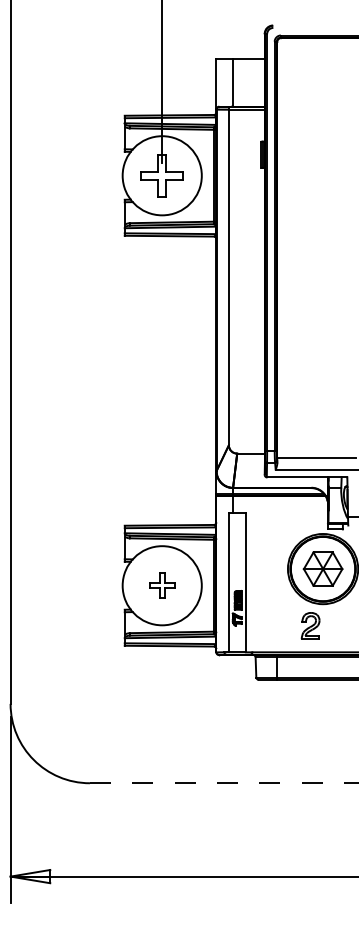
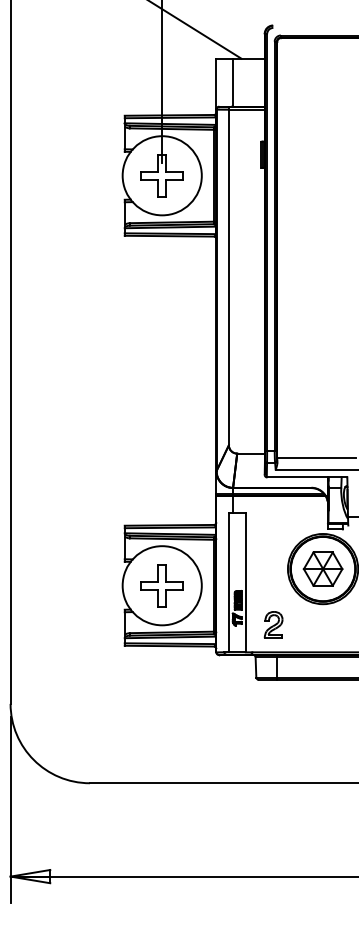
line at (195, 30): none -> present
part at (162, 585) size: 27x27 px -> 44x44 px
part at (310, 625) position: (310, 625) -> (273, 624)
line at (224, 783): dashed -> solid
